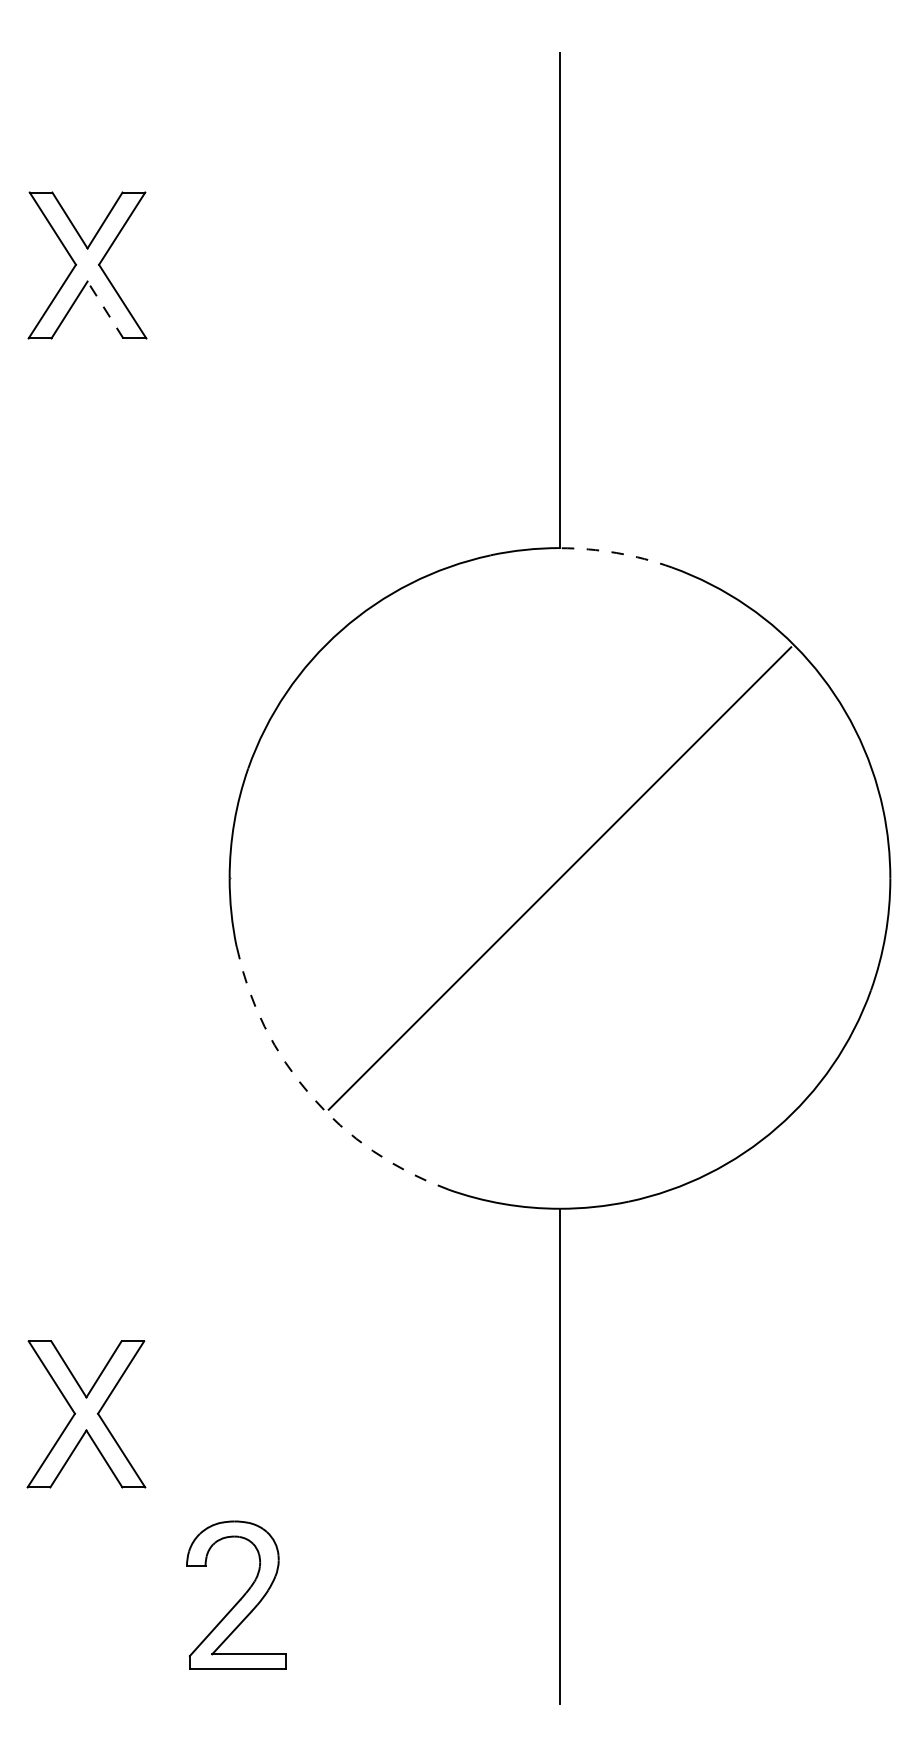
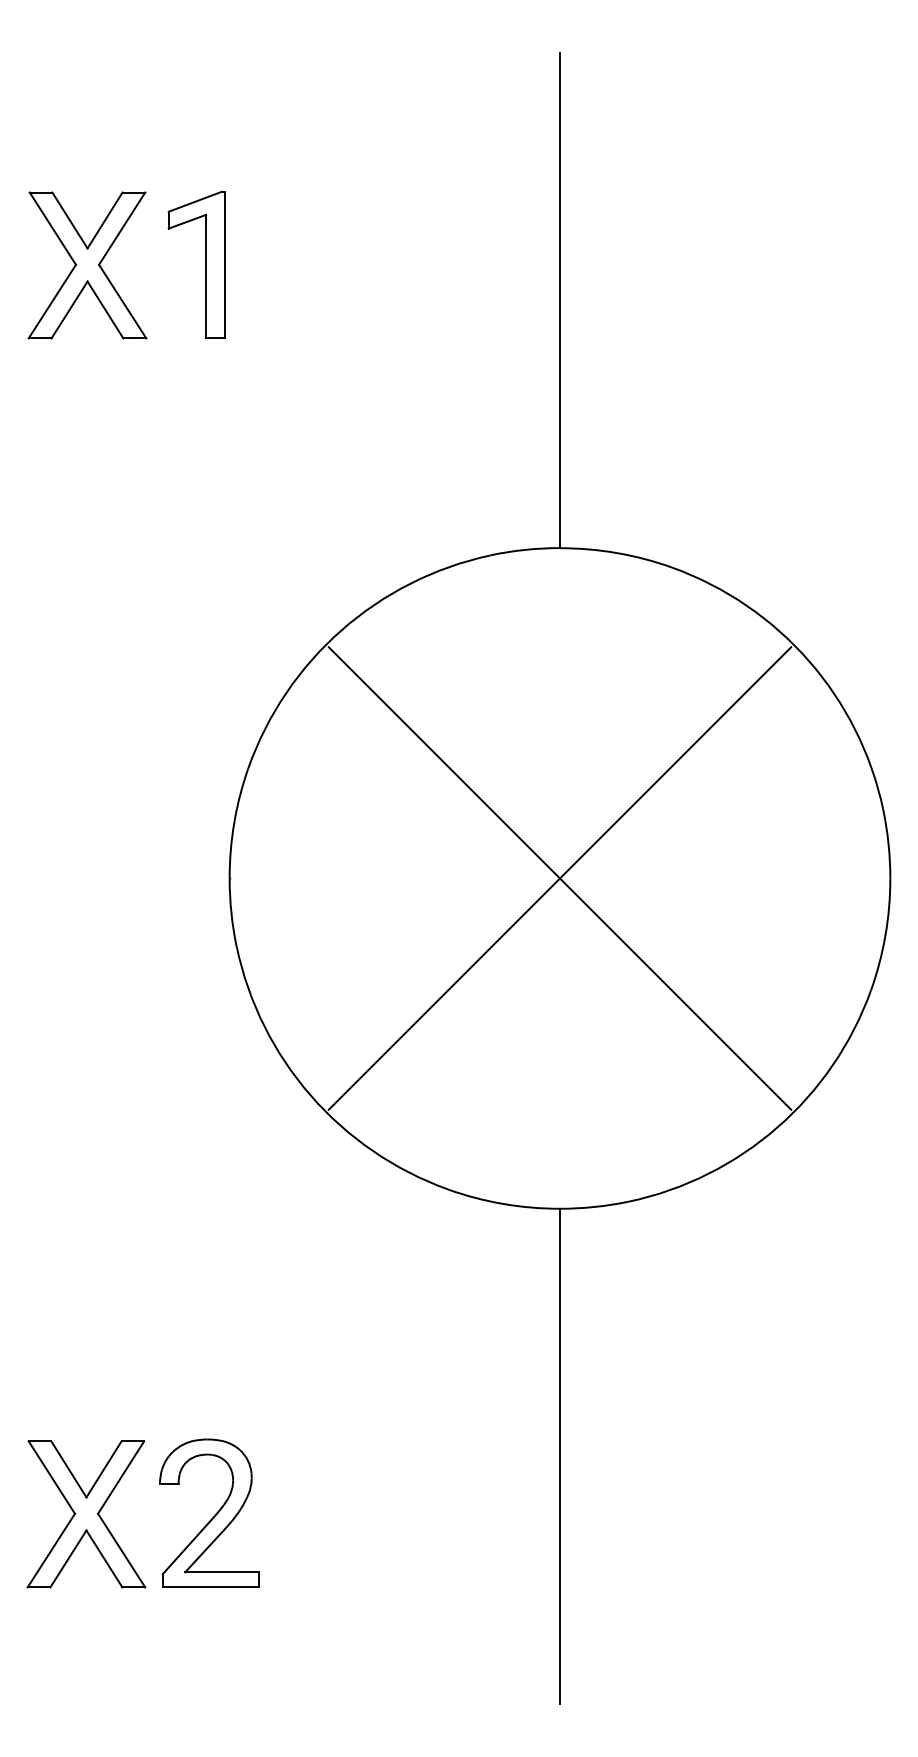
part at (205, 264): none -> present
line at (105, 310): dashed -> solid
arc at (616, 553): dashed -> solid
line at (559, 878): none -> present
arc at (310, 1095): dashed -> solid
part at (86, 1414) position: (86, 1414) -> (86, 1514)
part at (236, 1594) position: (236, 1594) -> (209, 1512)
